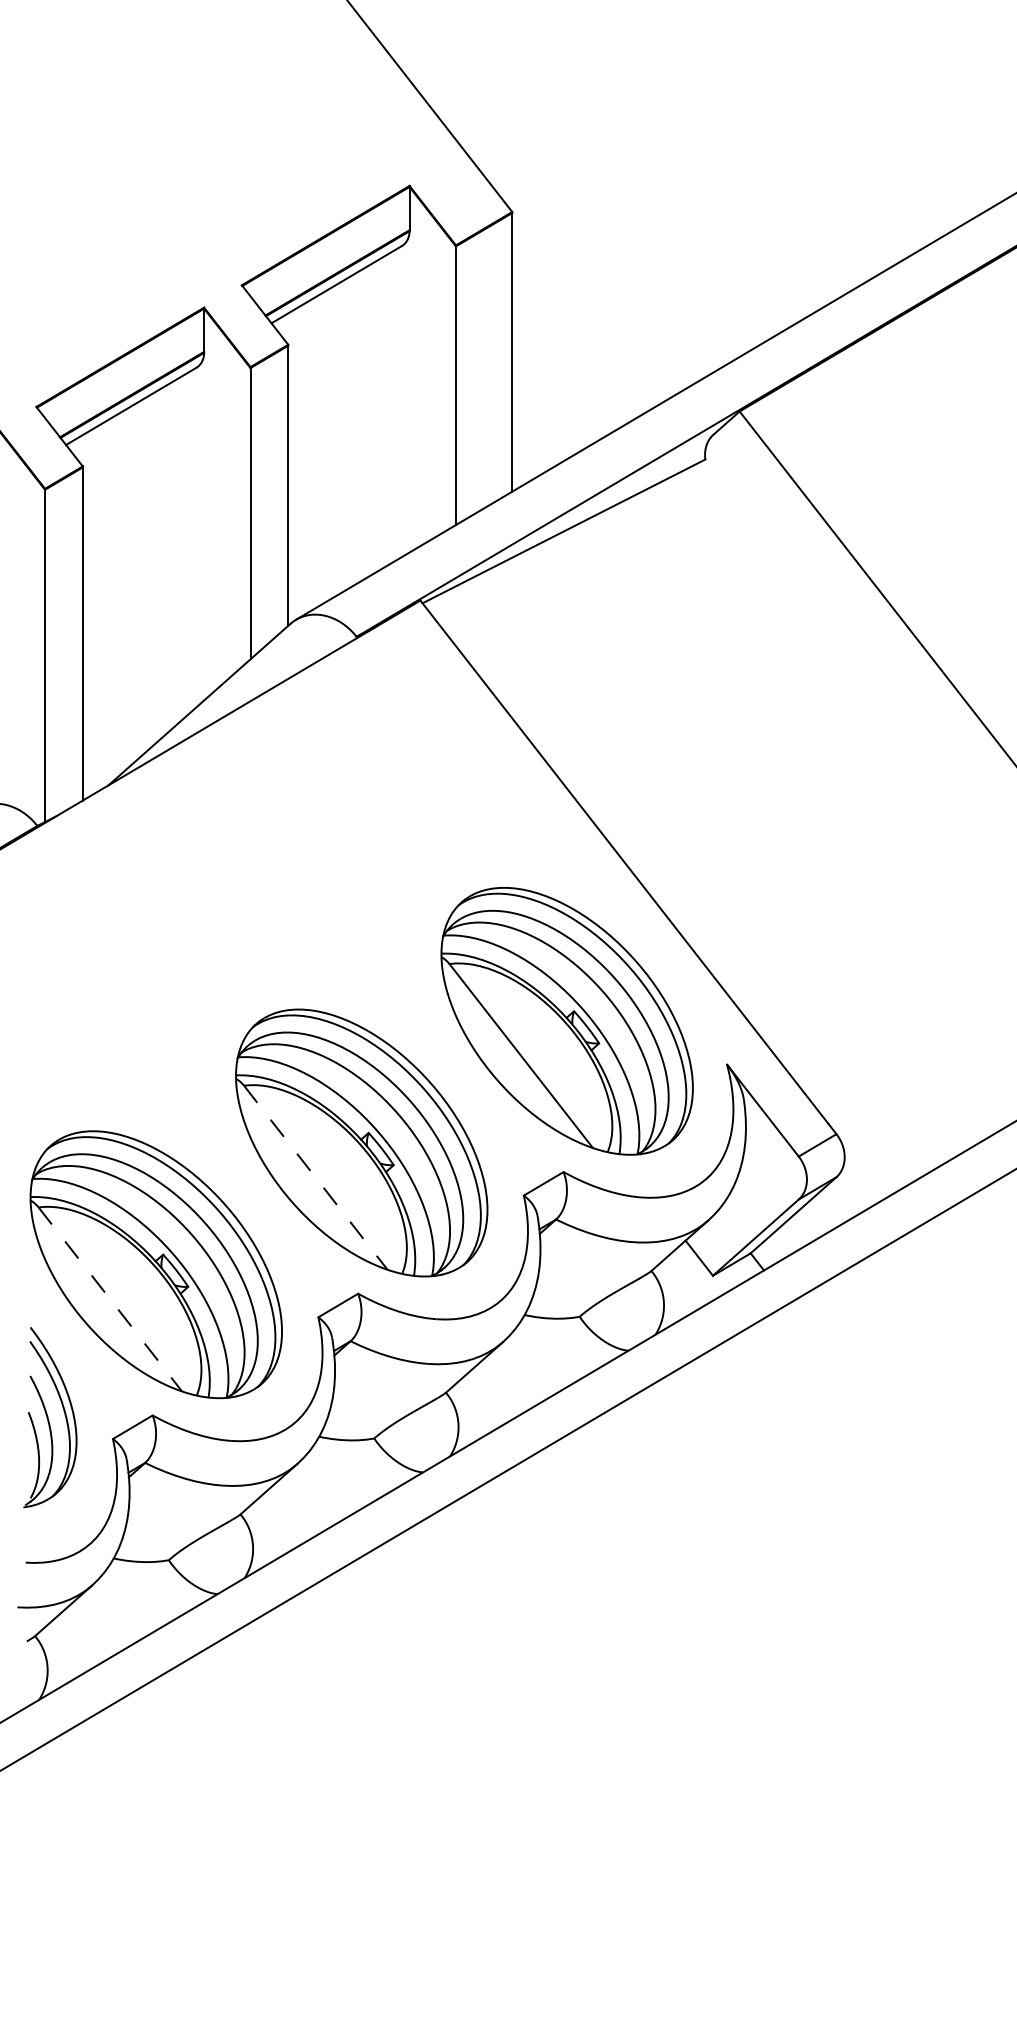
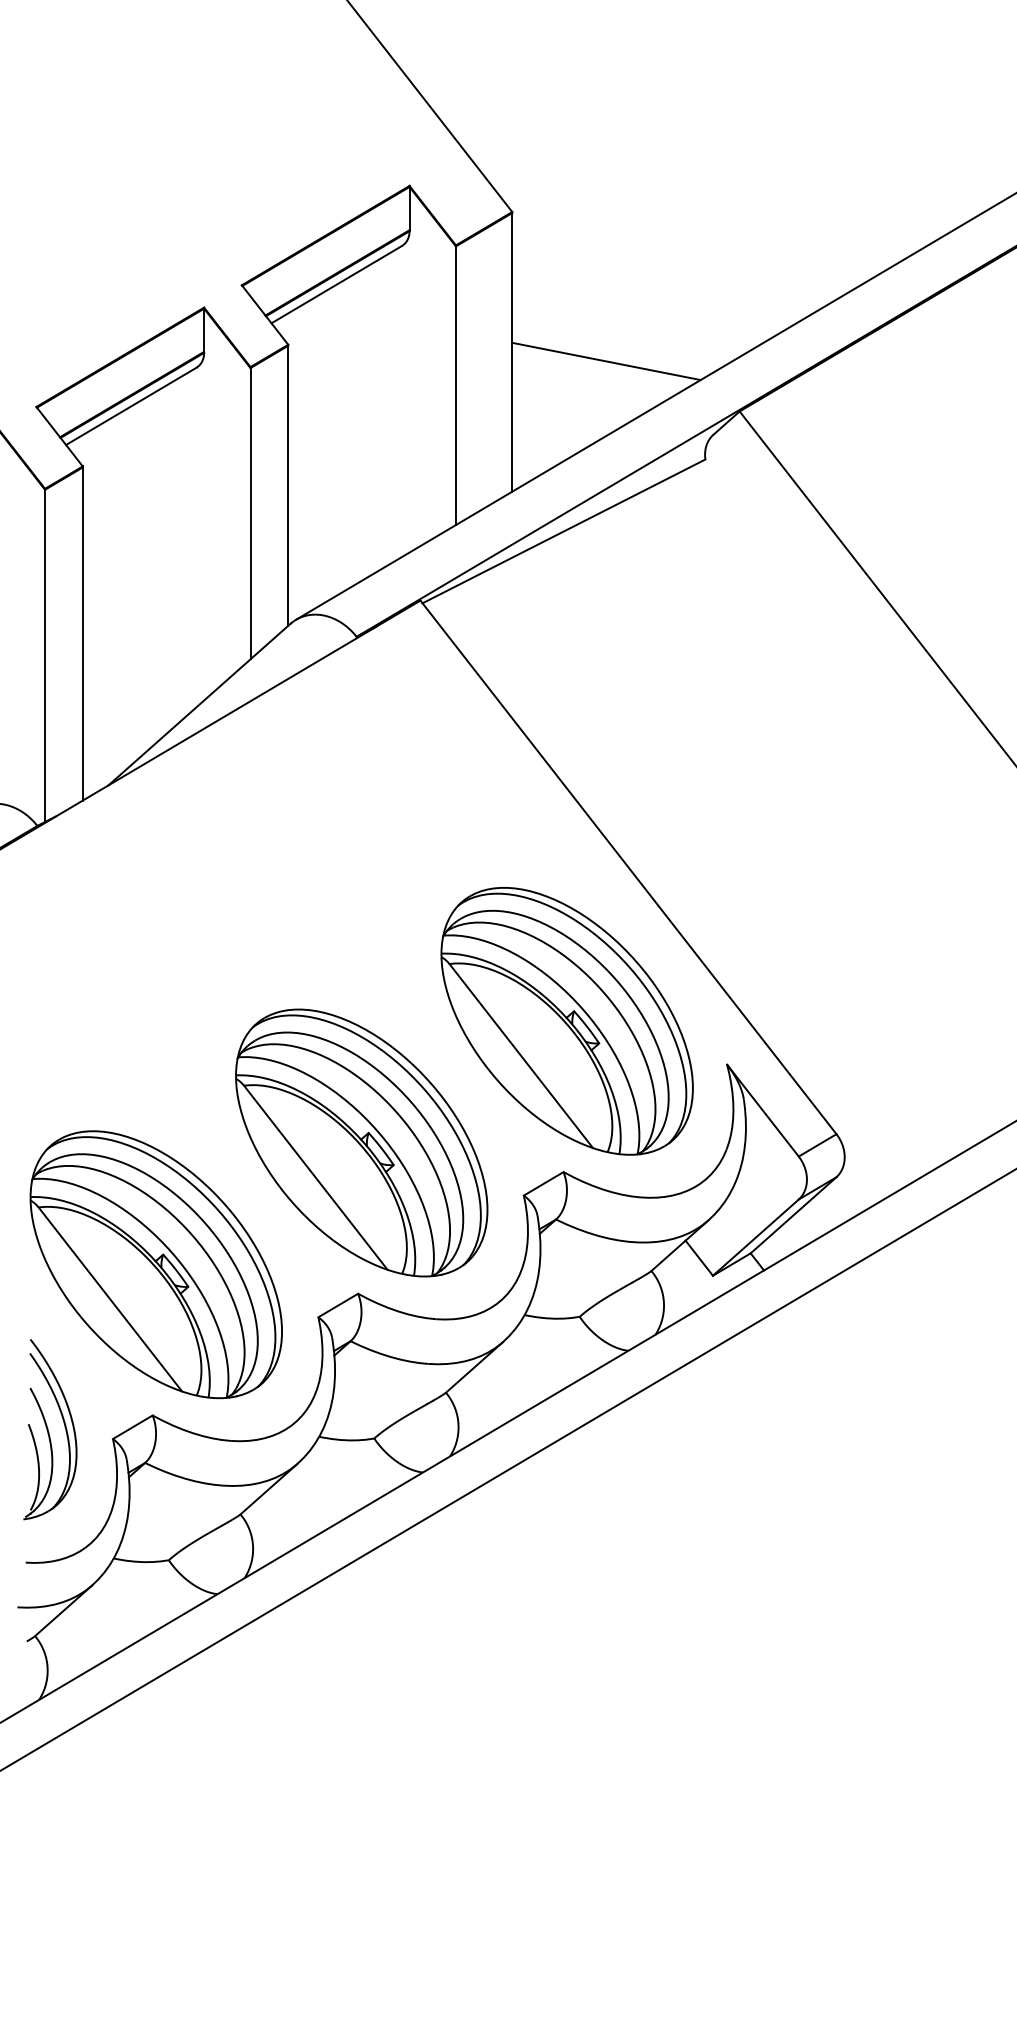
line at (606, 361): none -> present
line at (315, 1177): dashed -> solid
line at (110, 1299): dashed -> solid
part at (50, 1417) position: (50, 1417) -> (50, 1429)
